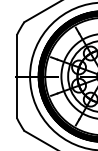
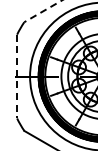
line at (43, 11): solid -> dashed
line at (17, 76): solid -> dashed
